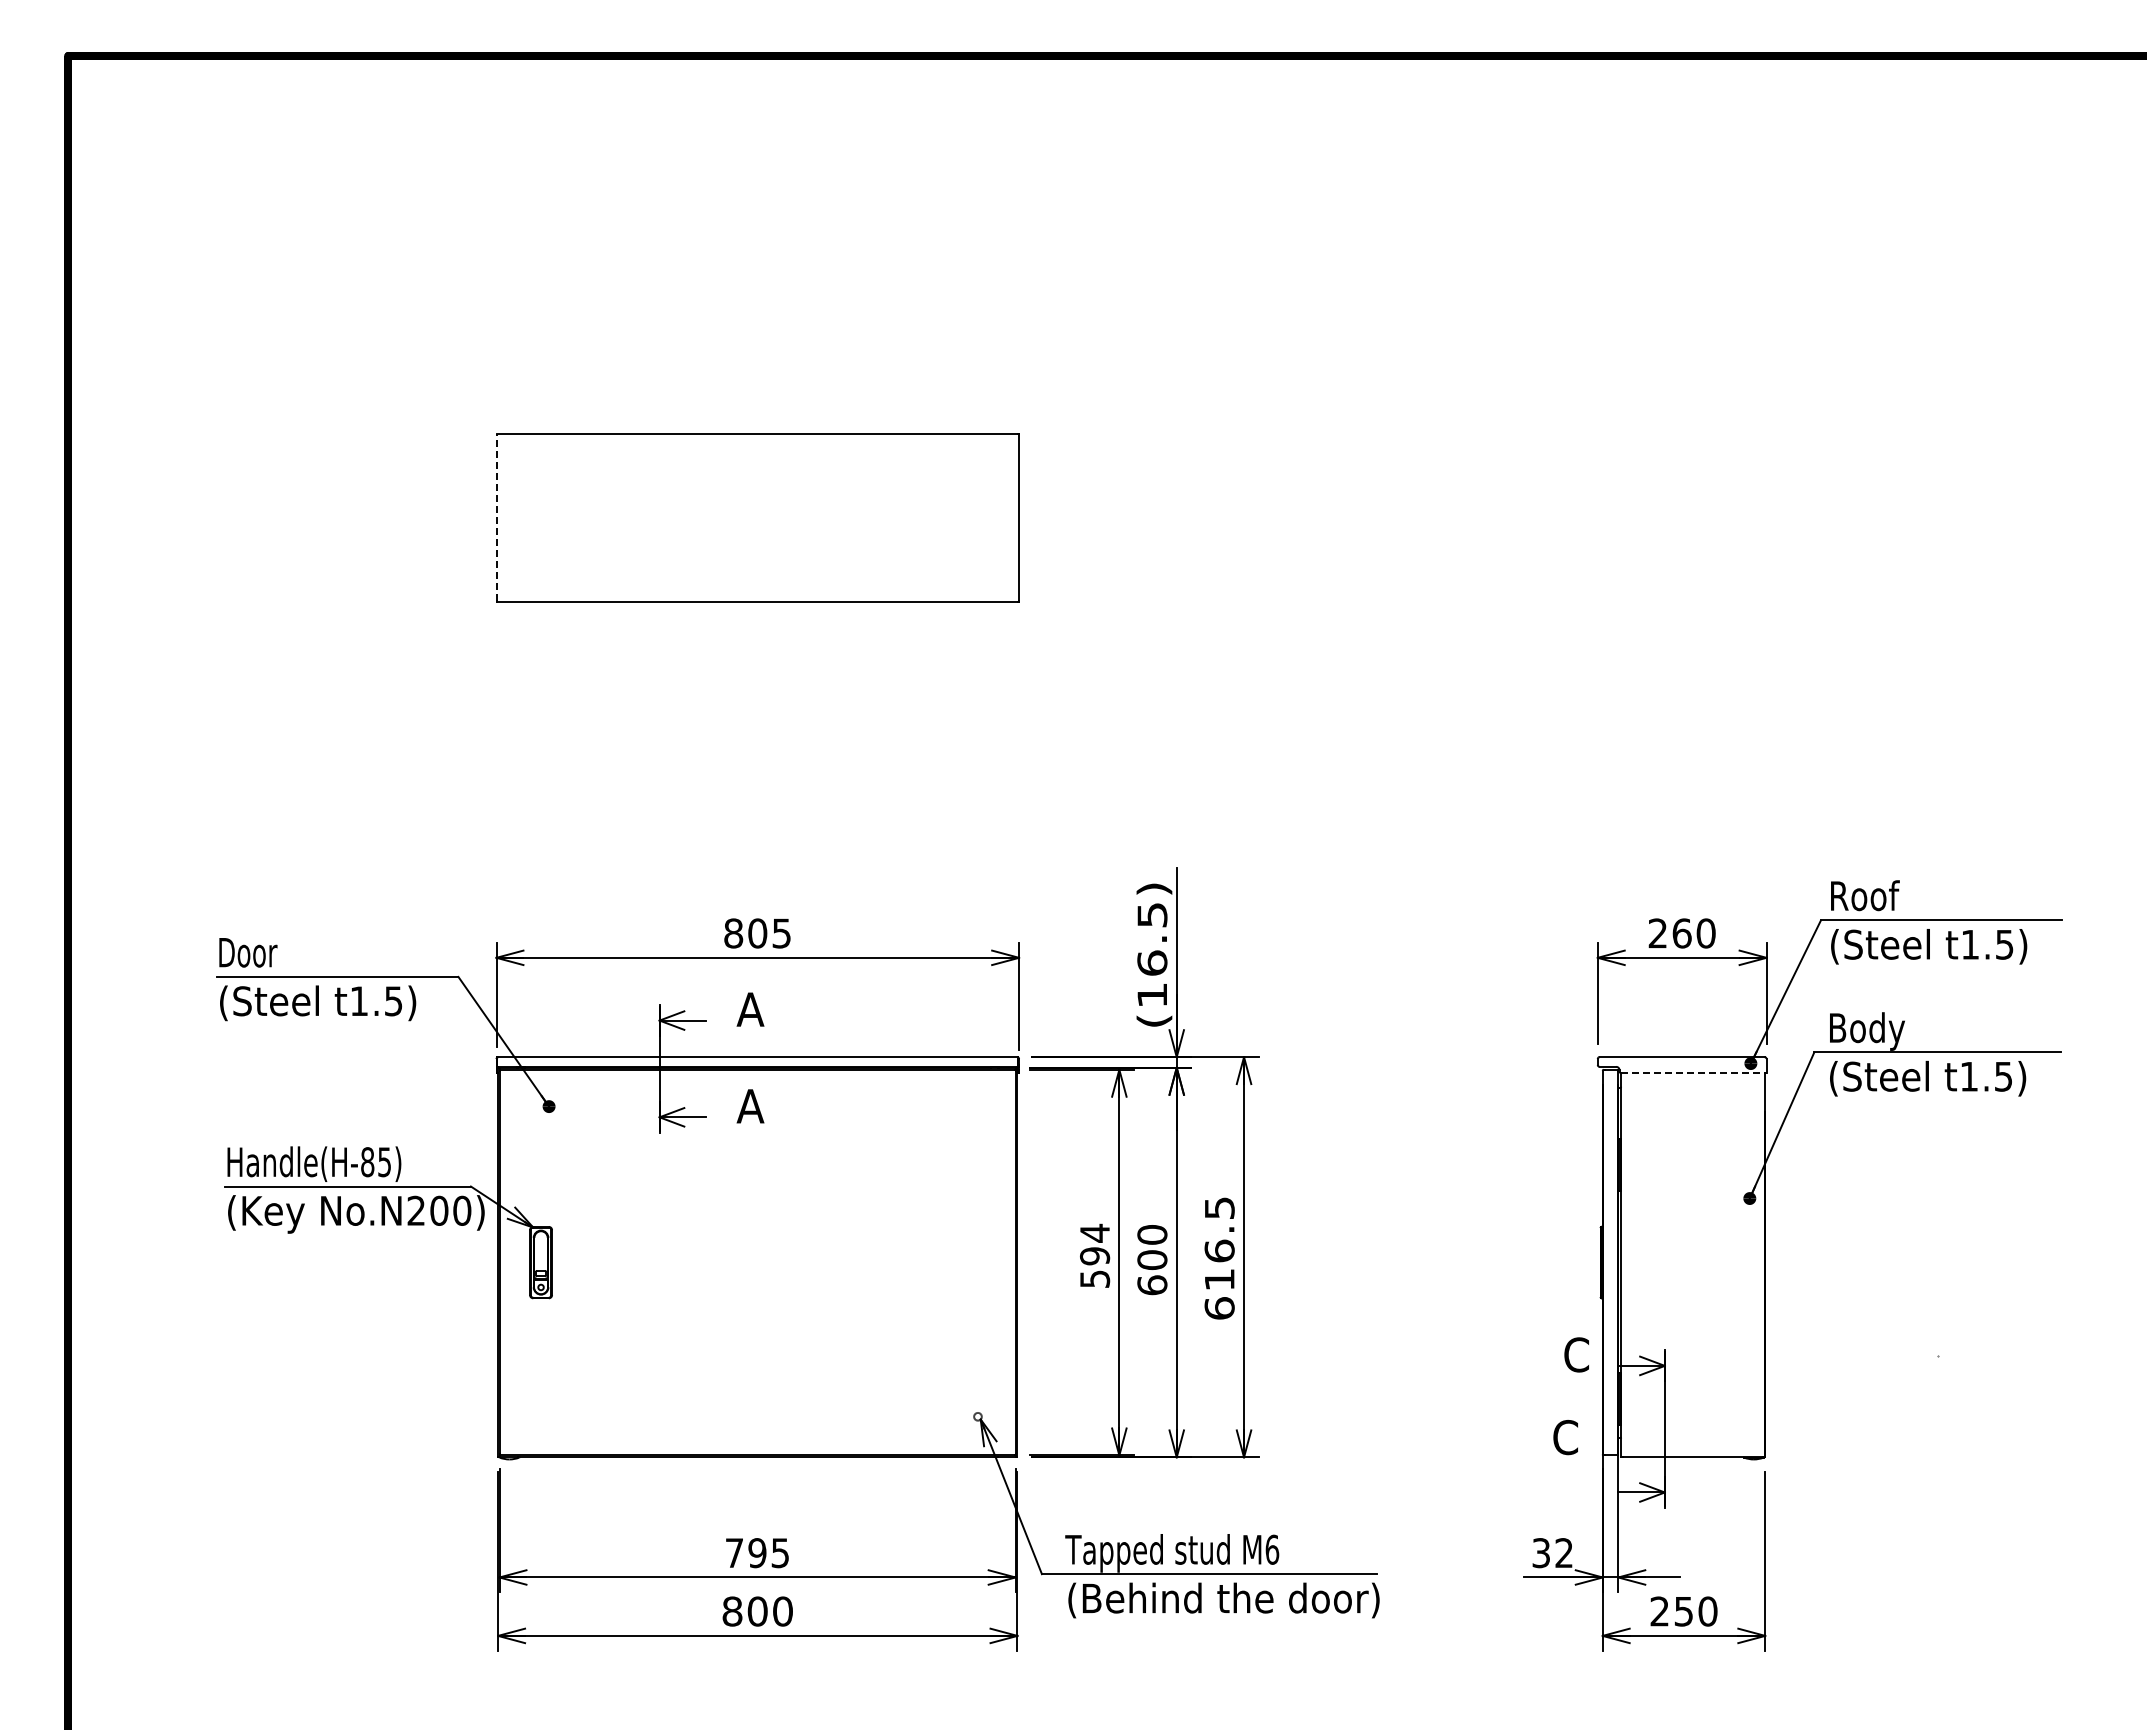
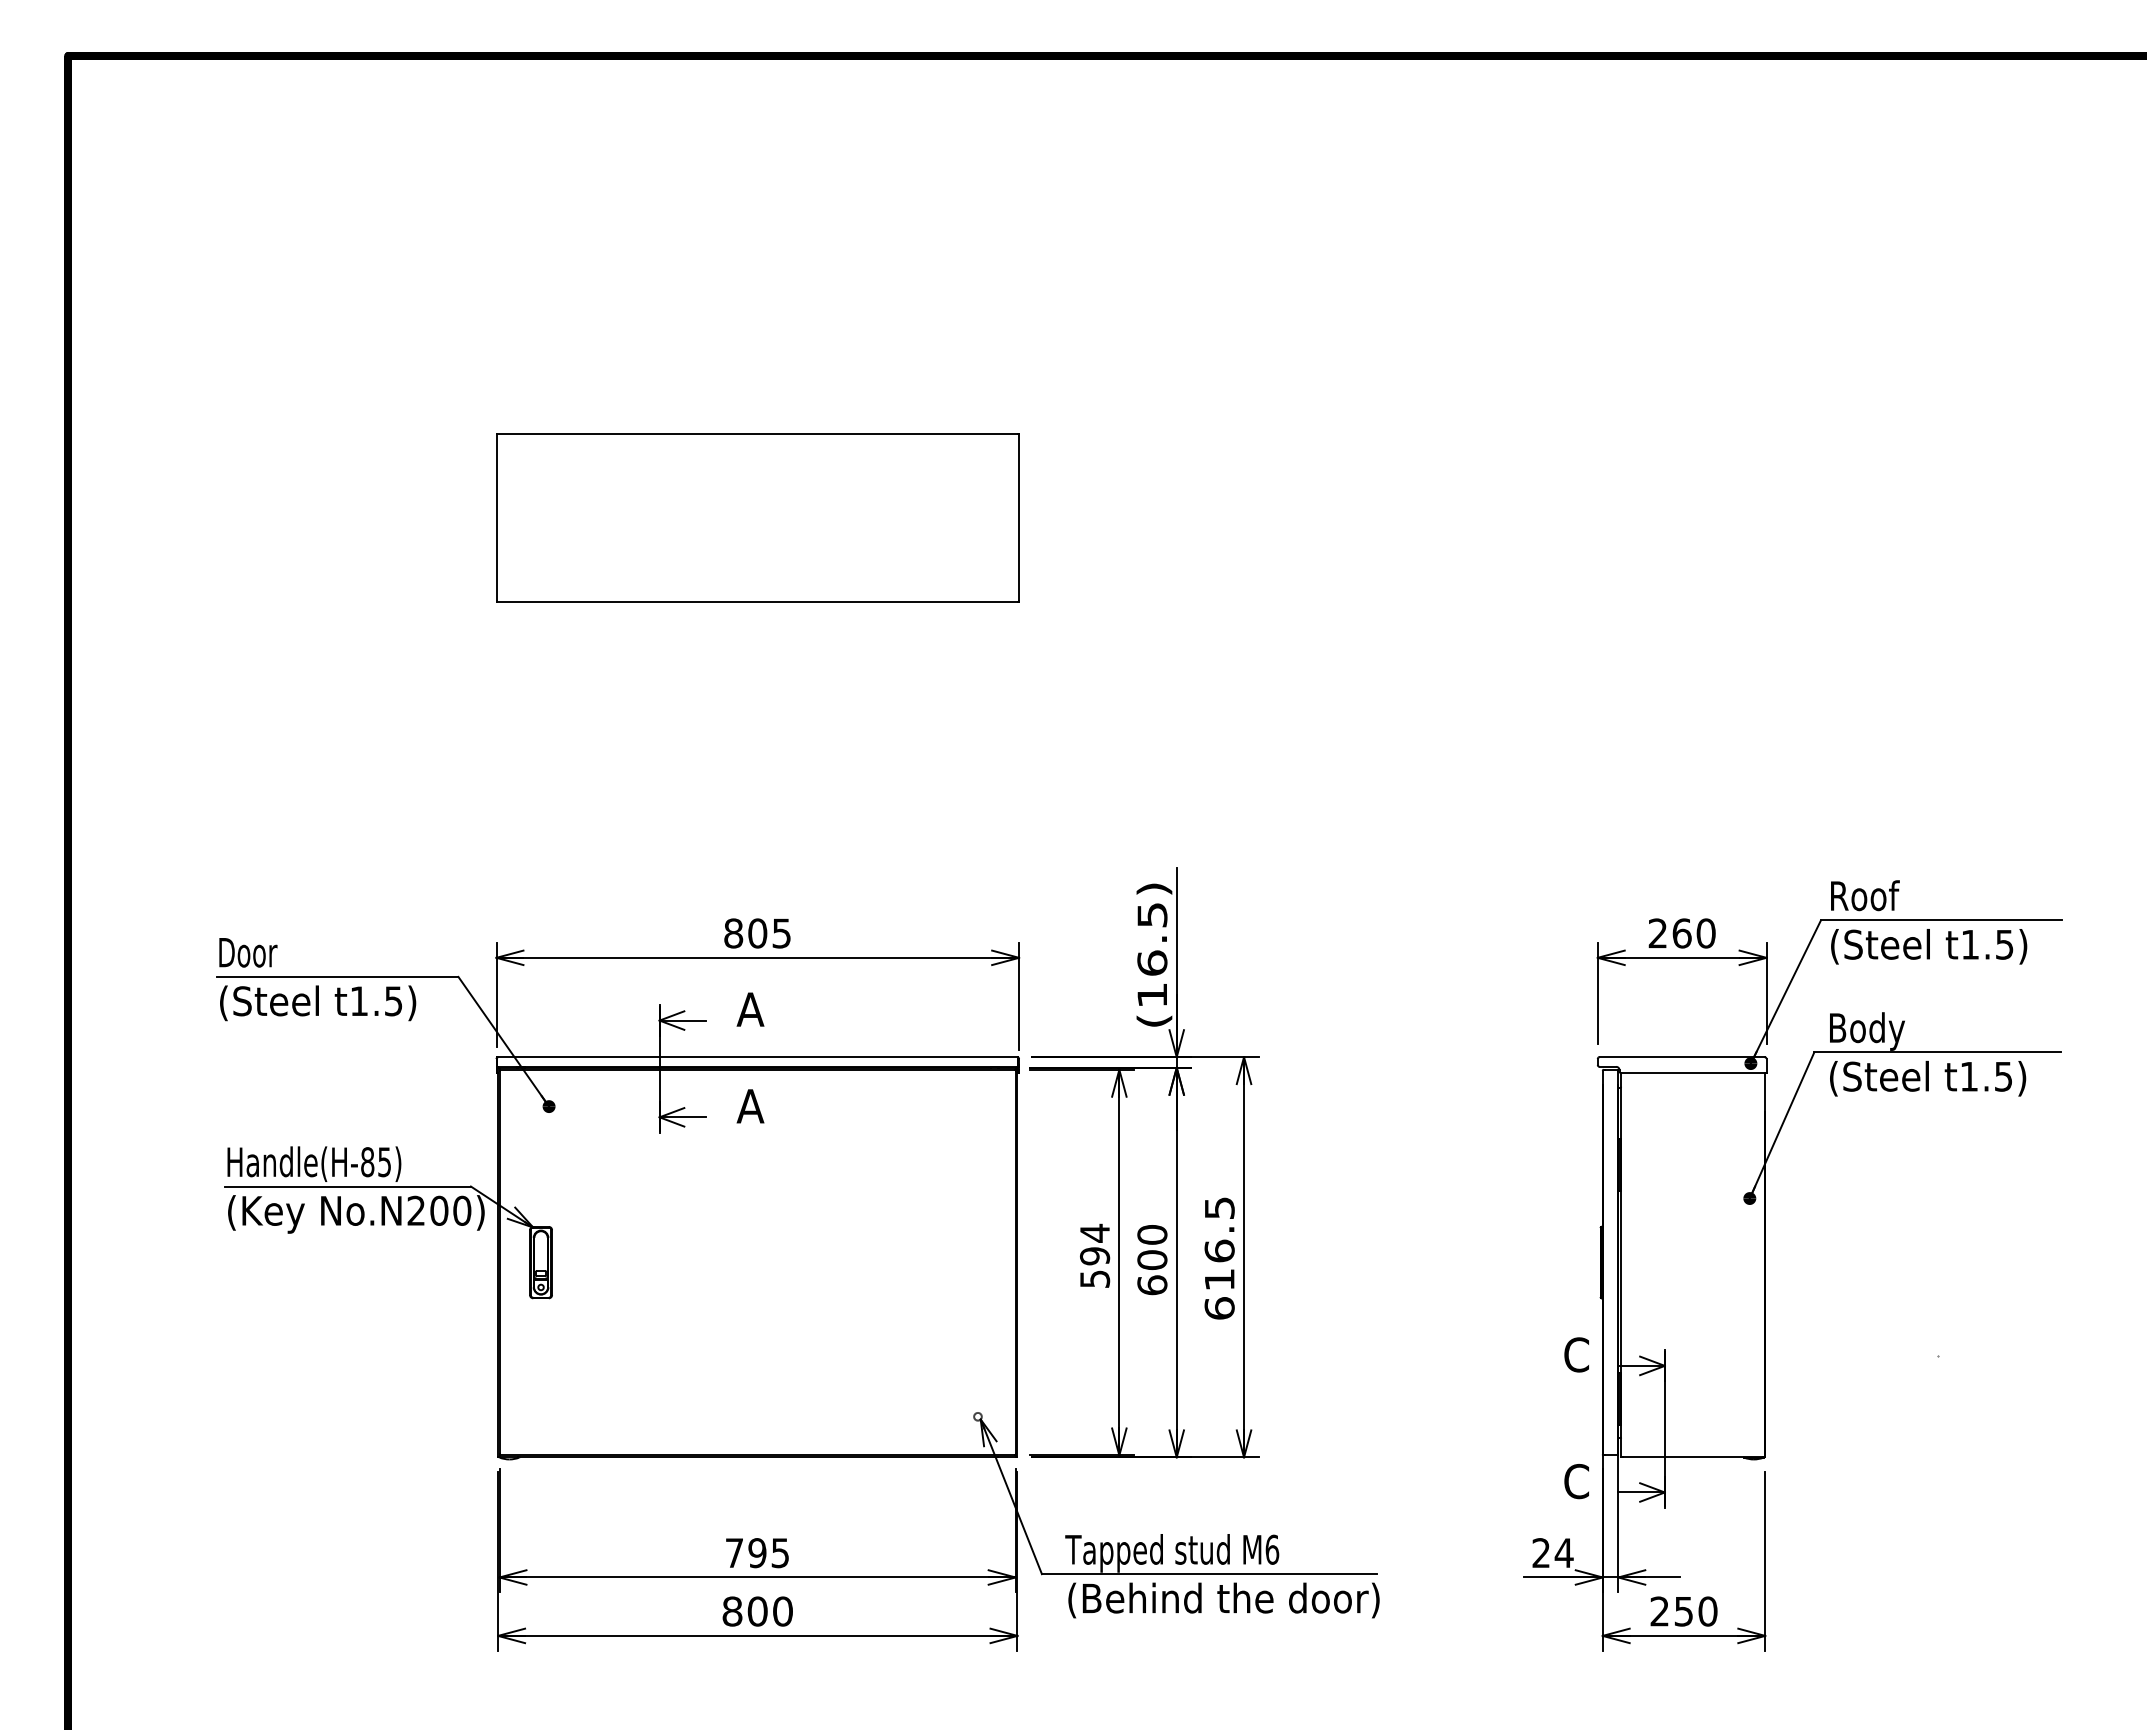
line at (496, 517): dashed -> solid
line at (1694, 1073): dashed -> solid
text at (1565, 1437) position: (1565, 1437) -> (1576, 1481)
text at (1552, 1553): 32 -> 24
